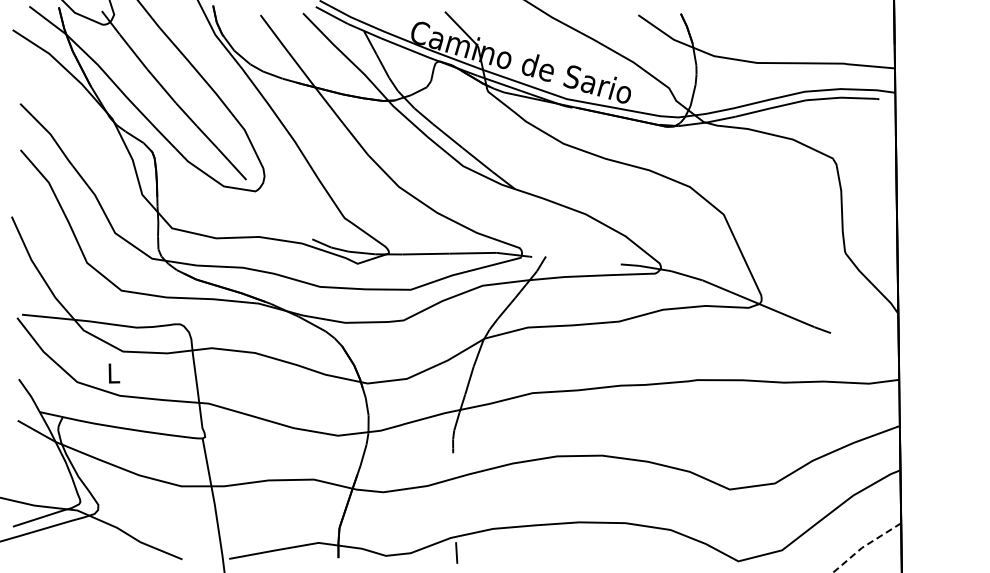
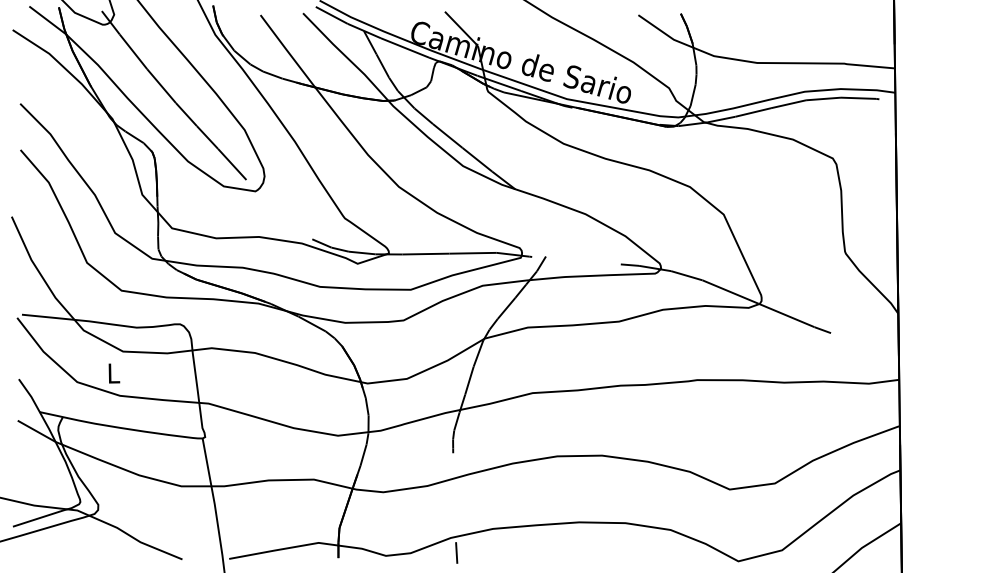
line at (865, 545): dashed -> solid
